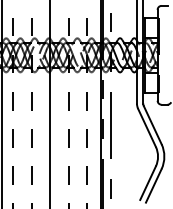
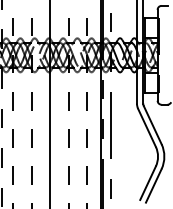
line at (2, 104): solid -> dashed
